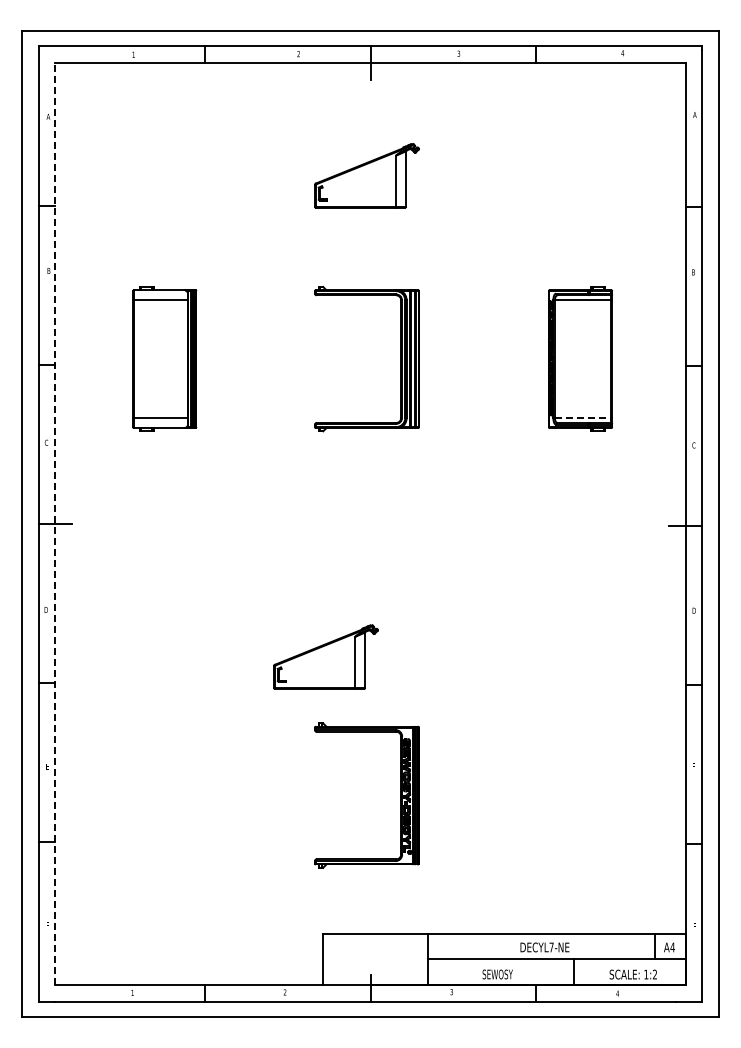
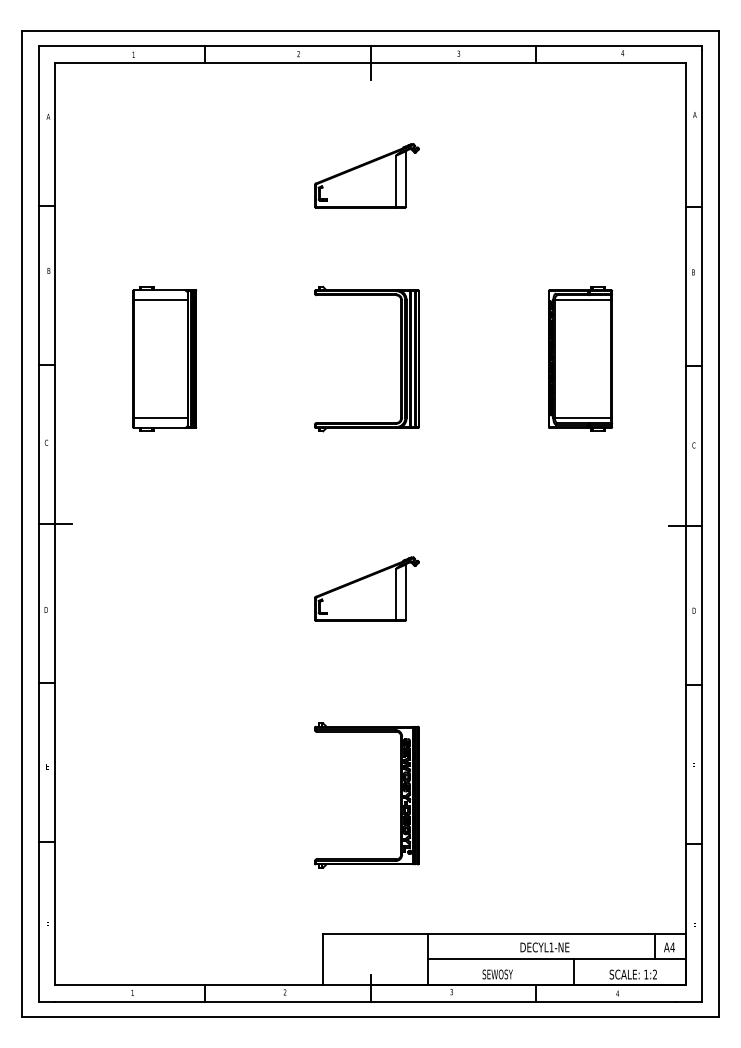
line at (583, 418): dashed -> solid
line at (55, 523): dashed -> solid
part at (325, 656) position: (325, 656) -> (366, 588)
text at (551, 947): DECYL7-NE -> DECYL1-NE
